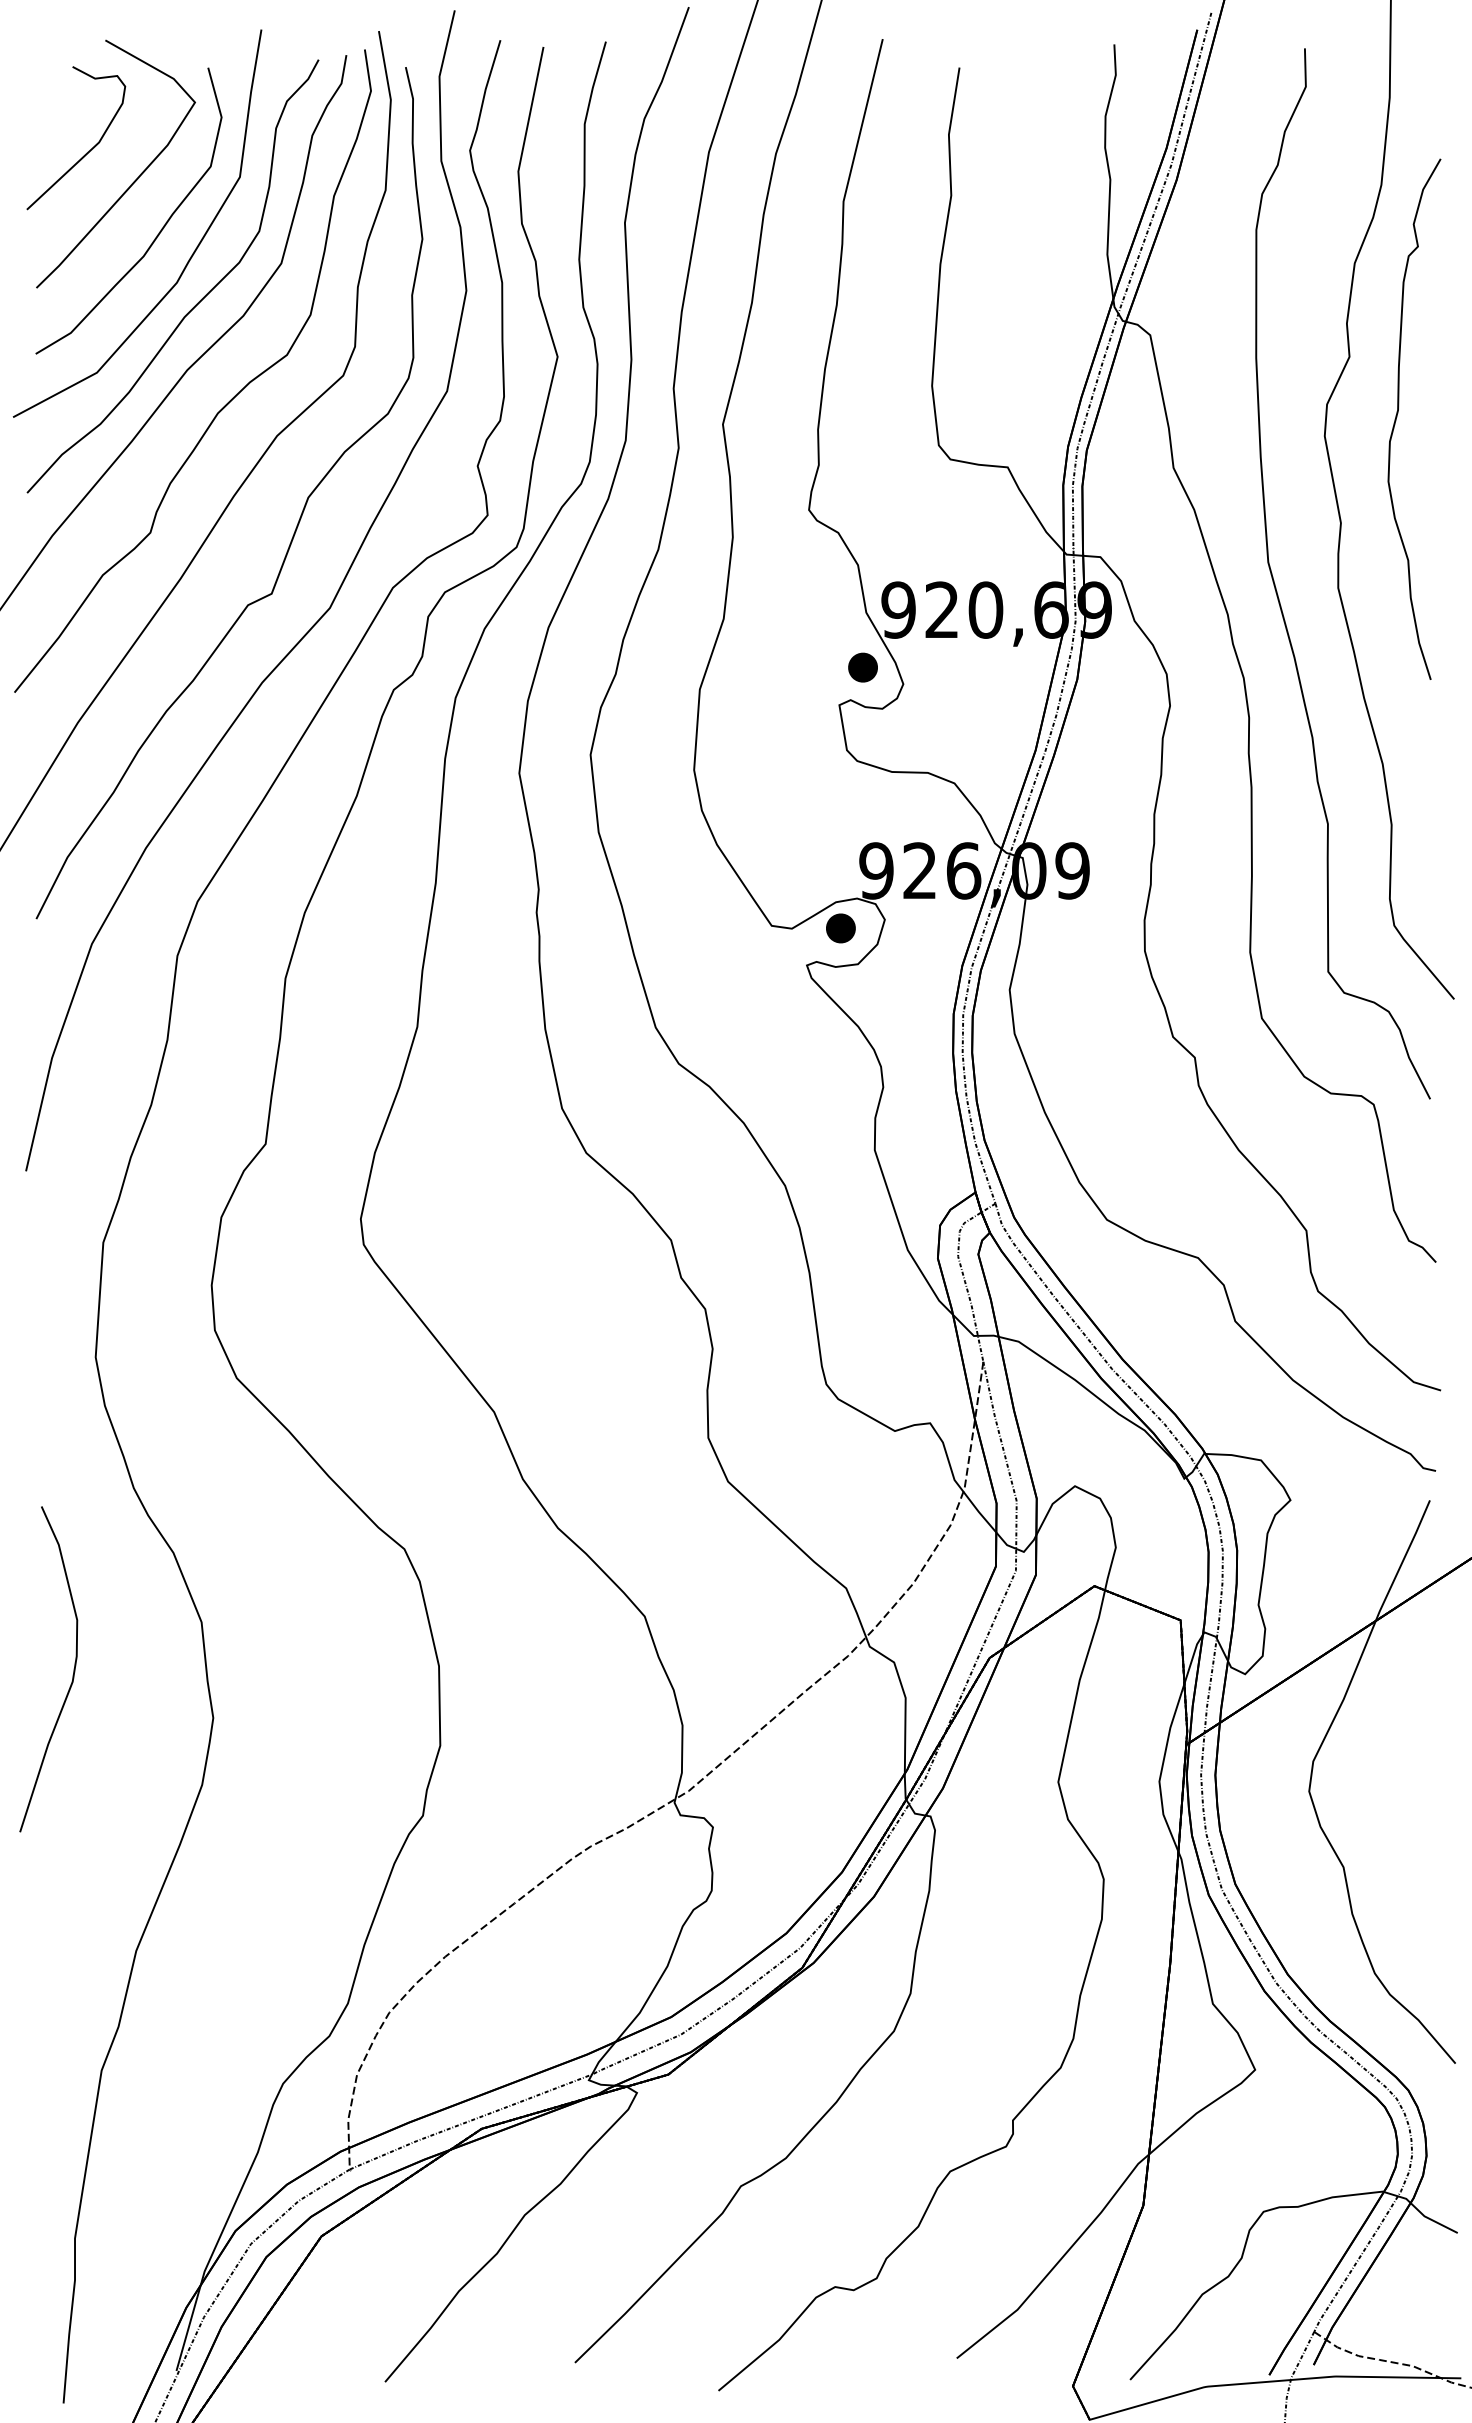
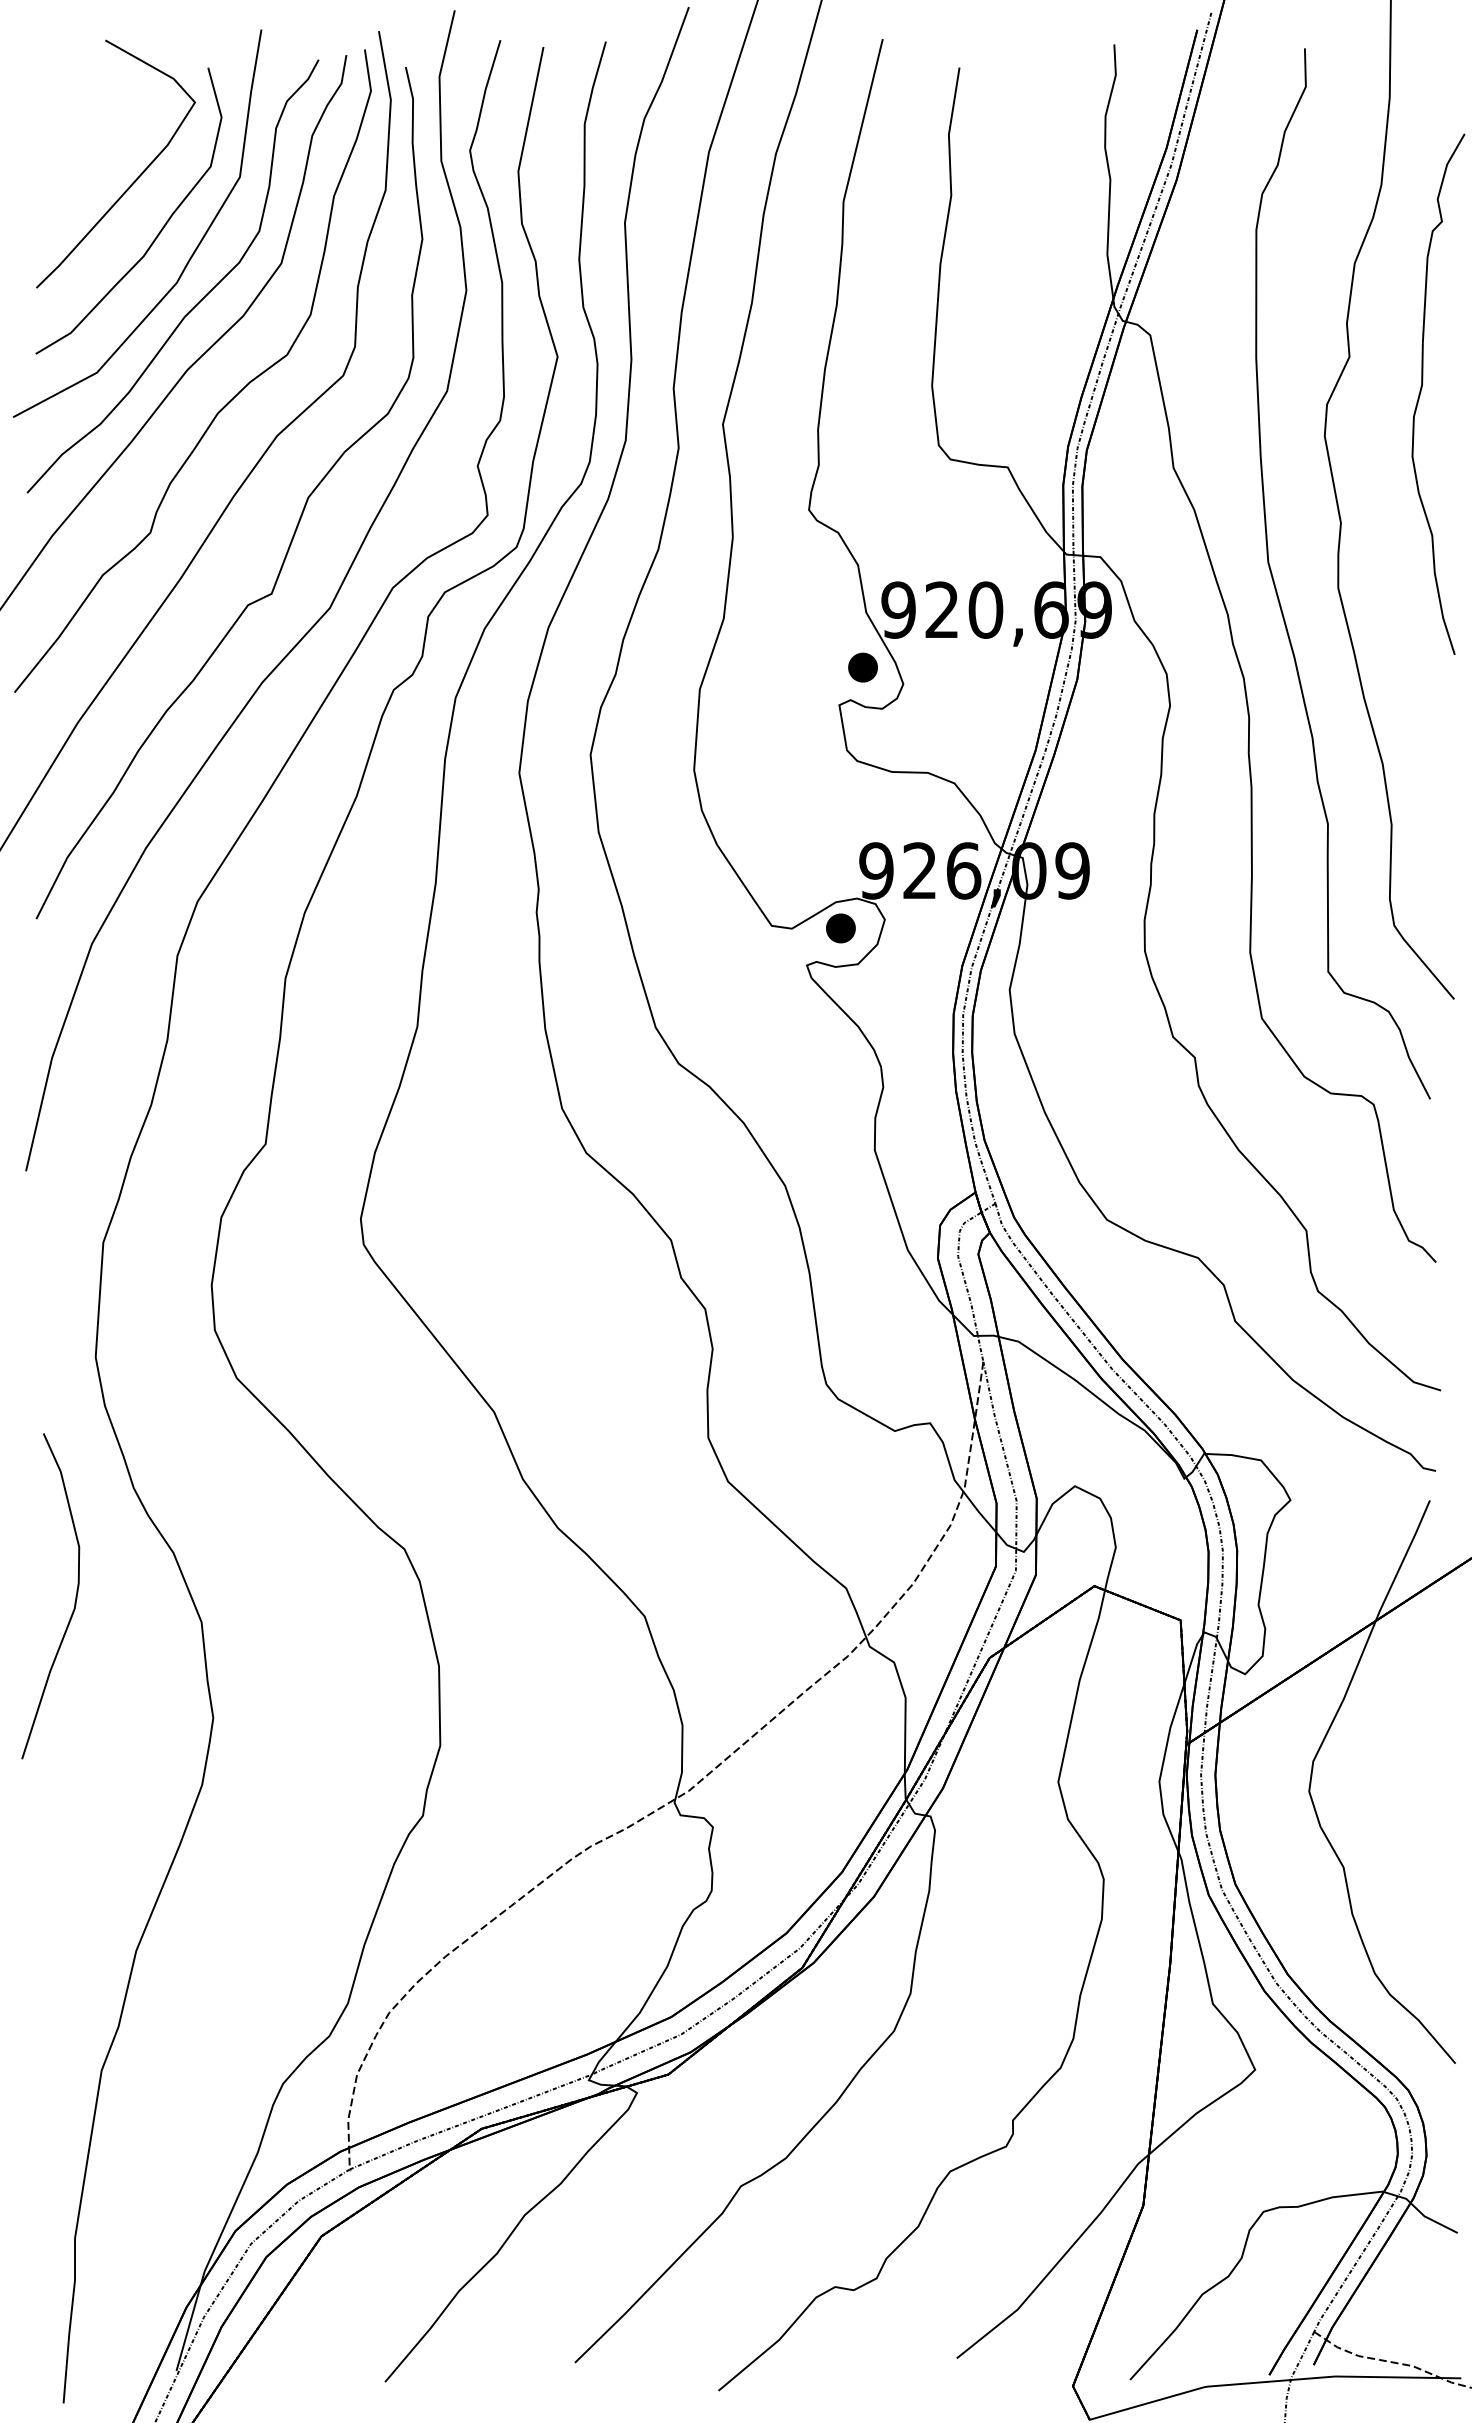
curve at (86, 152): present -> none
curve at (1398, 413) position: (1398, 413) -> (1422, 388)
curve at (72, 1675) position: (72, 1675) -> (74, 1602)
